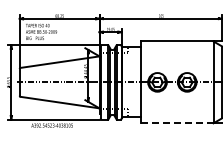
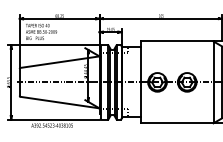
line at (176, 123): dashed -> solid
